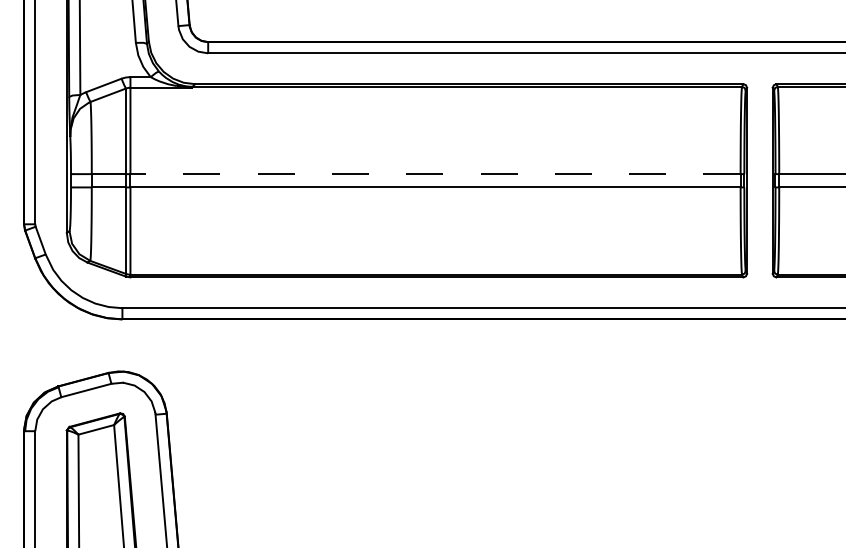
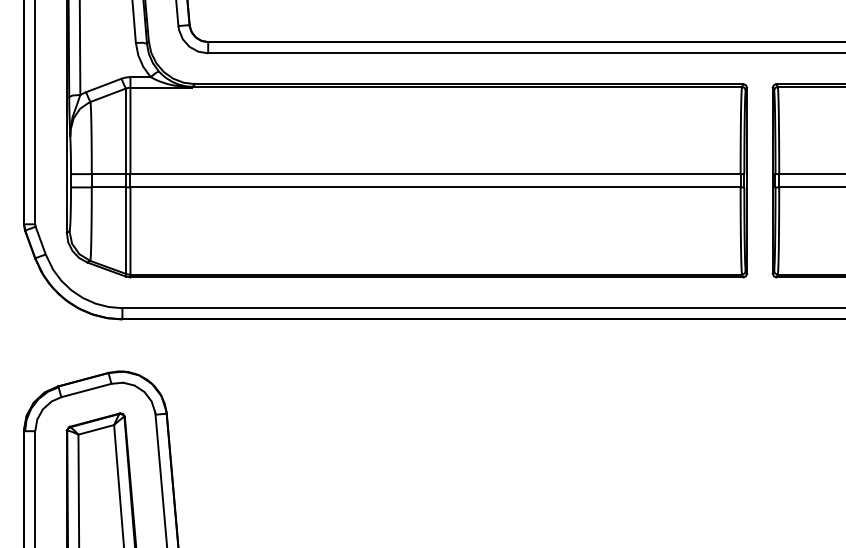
line at (435, 174): dashed -> solid
